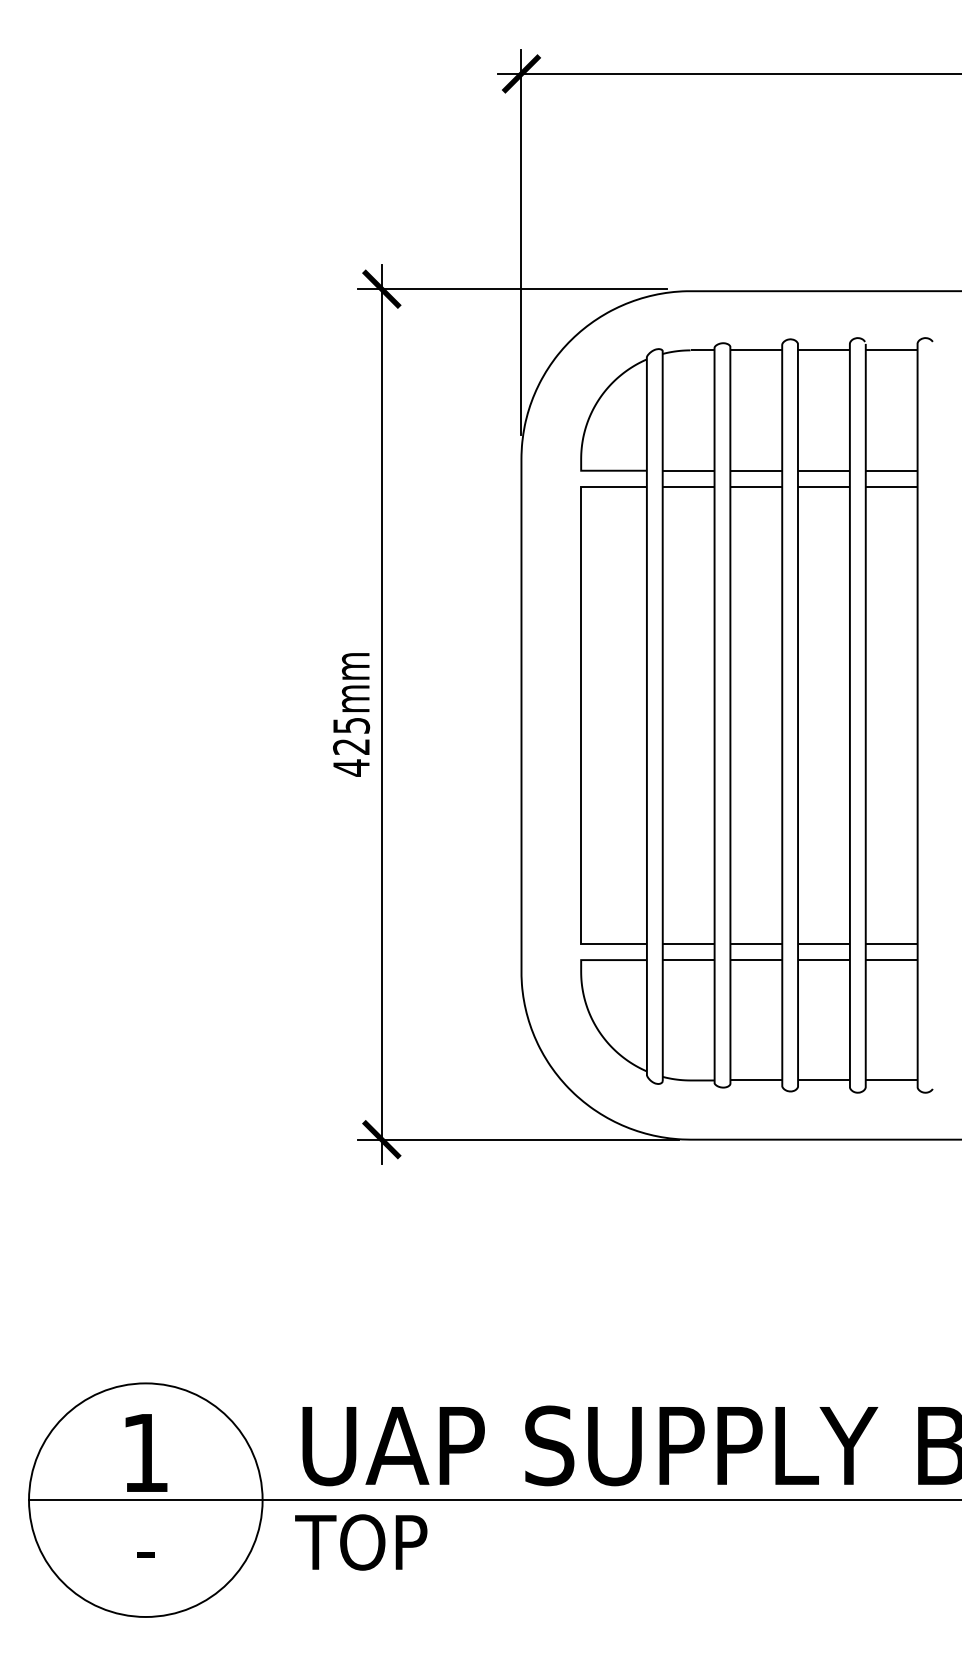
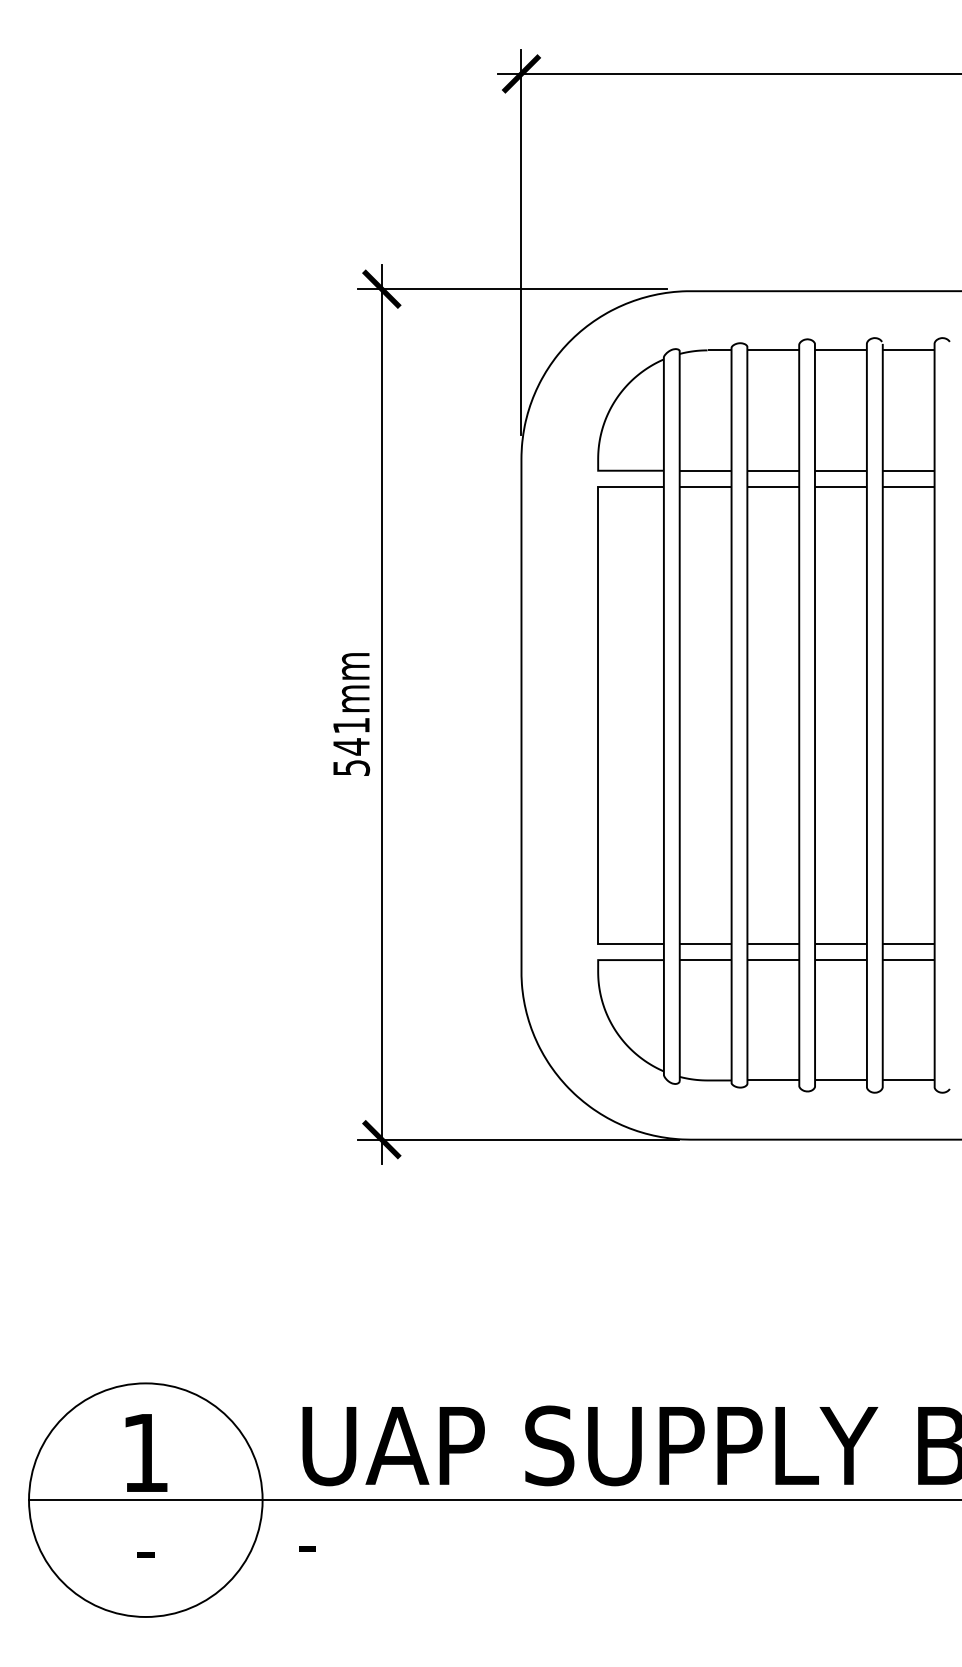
part at (756, 715) position: (756, 715) -> (773, 715)
text at (351, 747): 425mm -> 541mm
text at (361, 1542): TOP -> -
